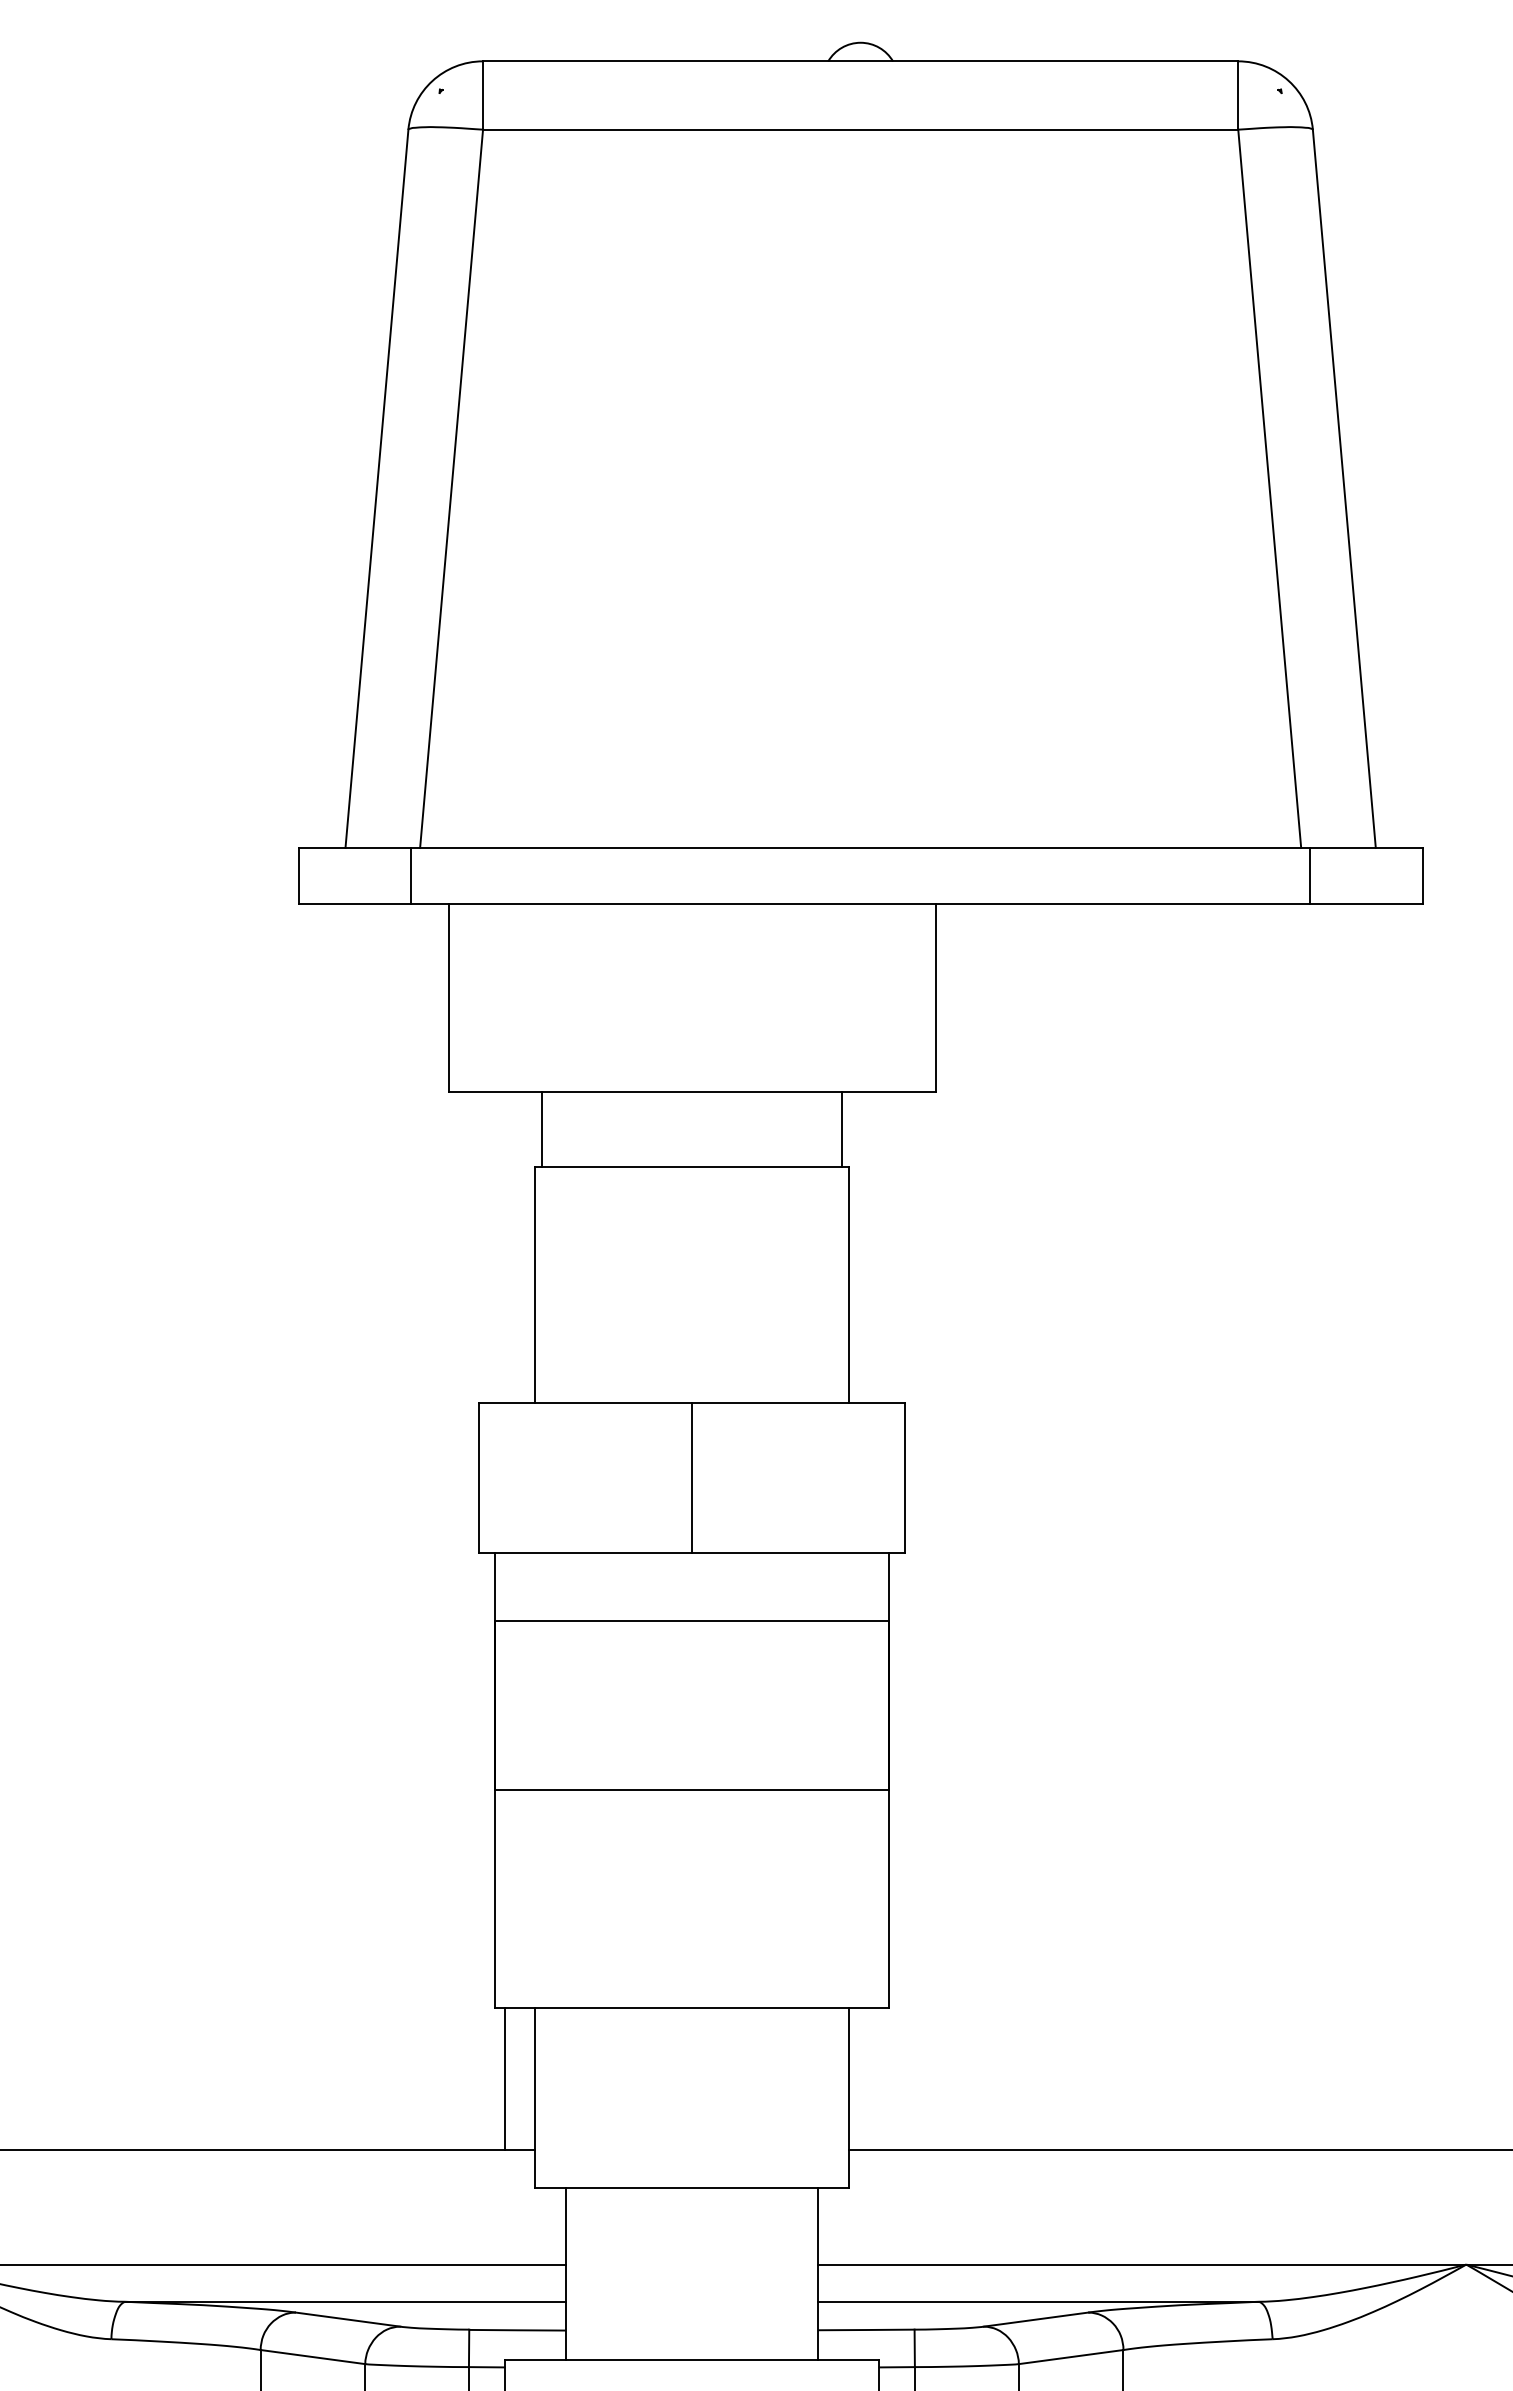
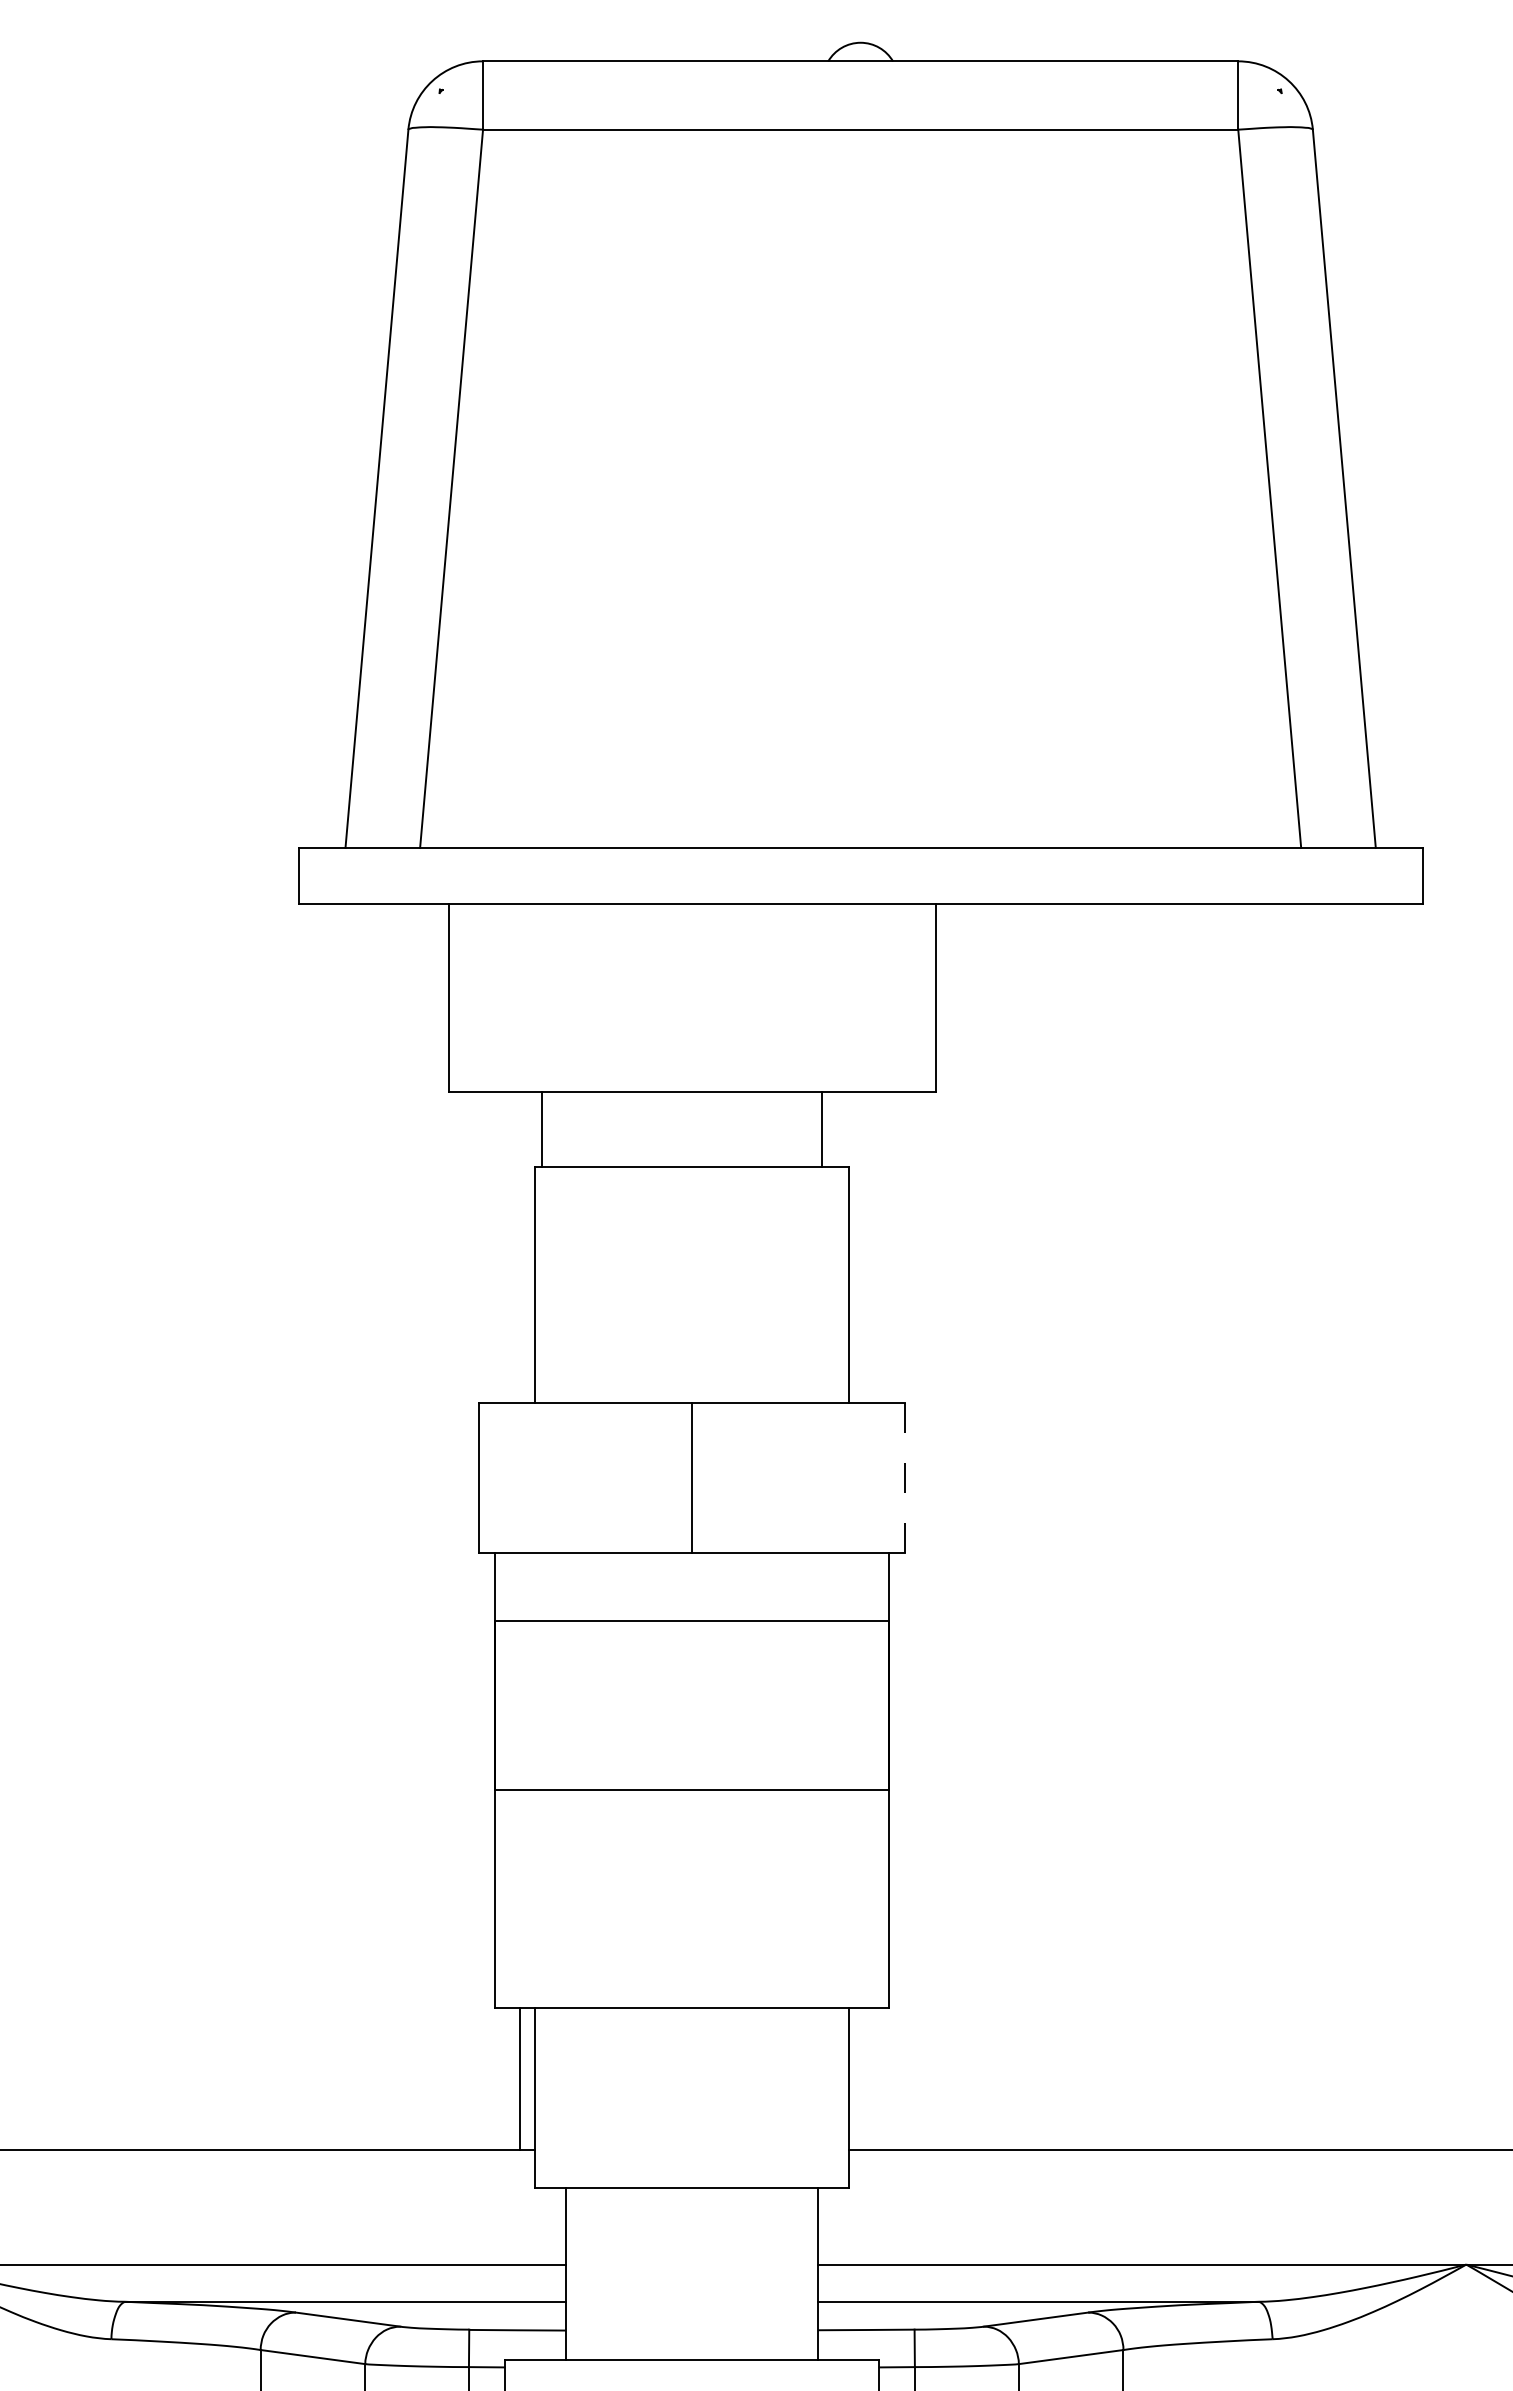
line at (411, 876): present -> none
line at (1310, 876): present -> none
line at (841, 1128) position: (841, 1128) -> (821, 1128)
line at (904, 1478): solid -> dashed
line at (504, 2078) position: (504, 2078) -> (519, 2078)
